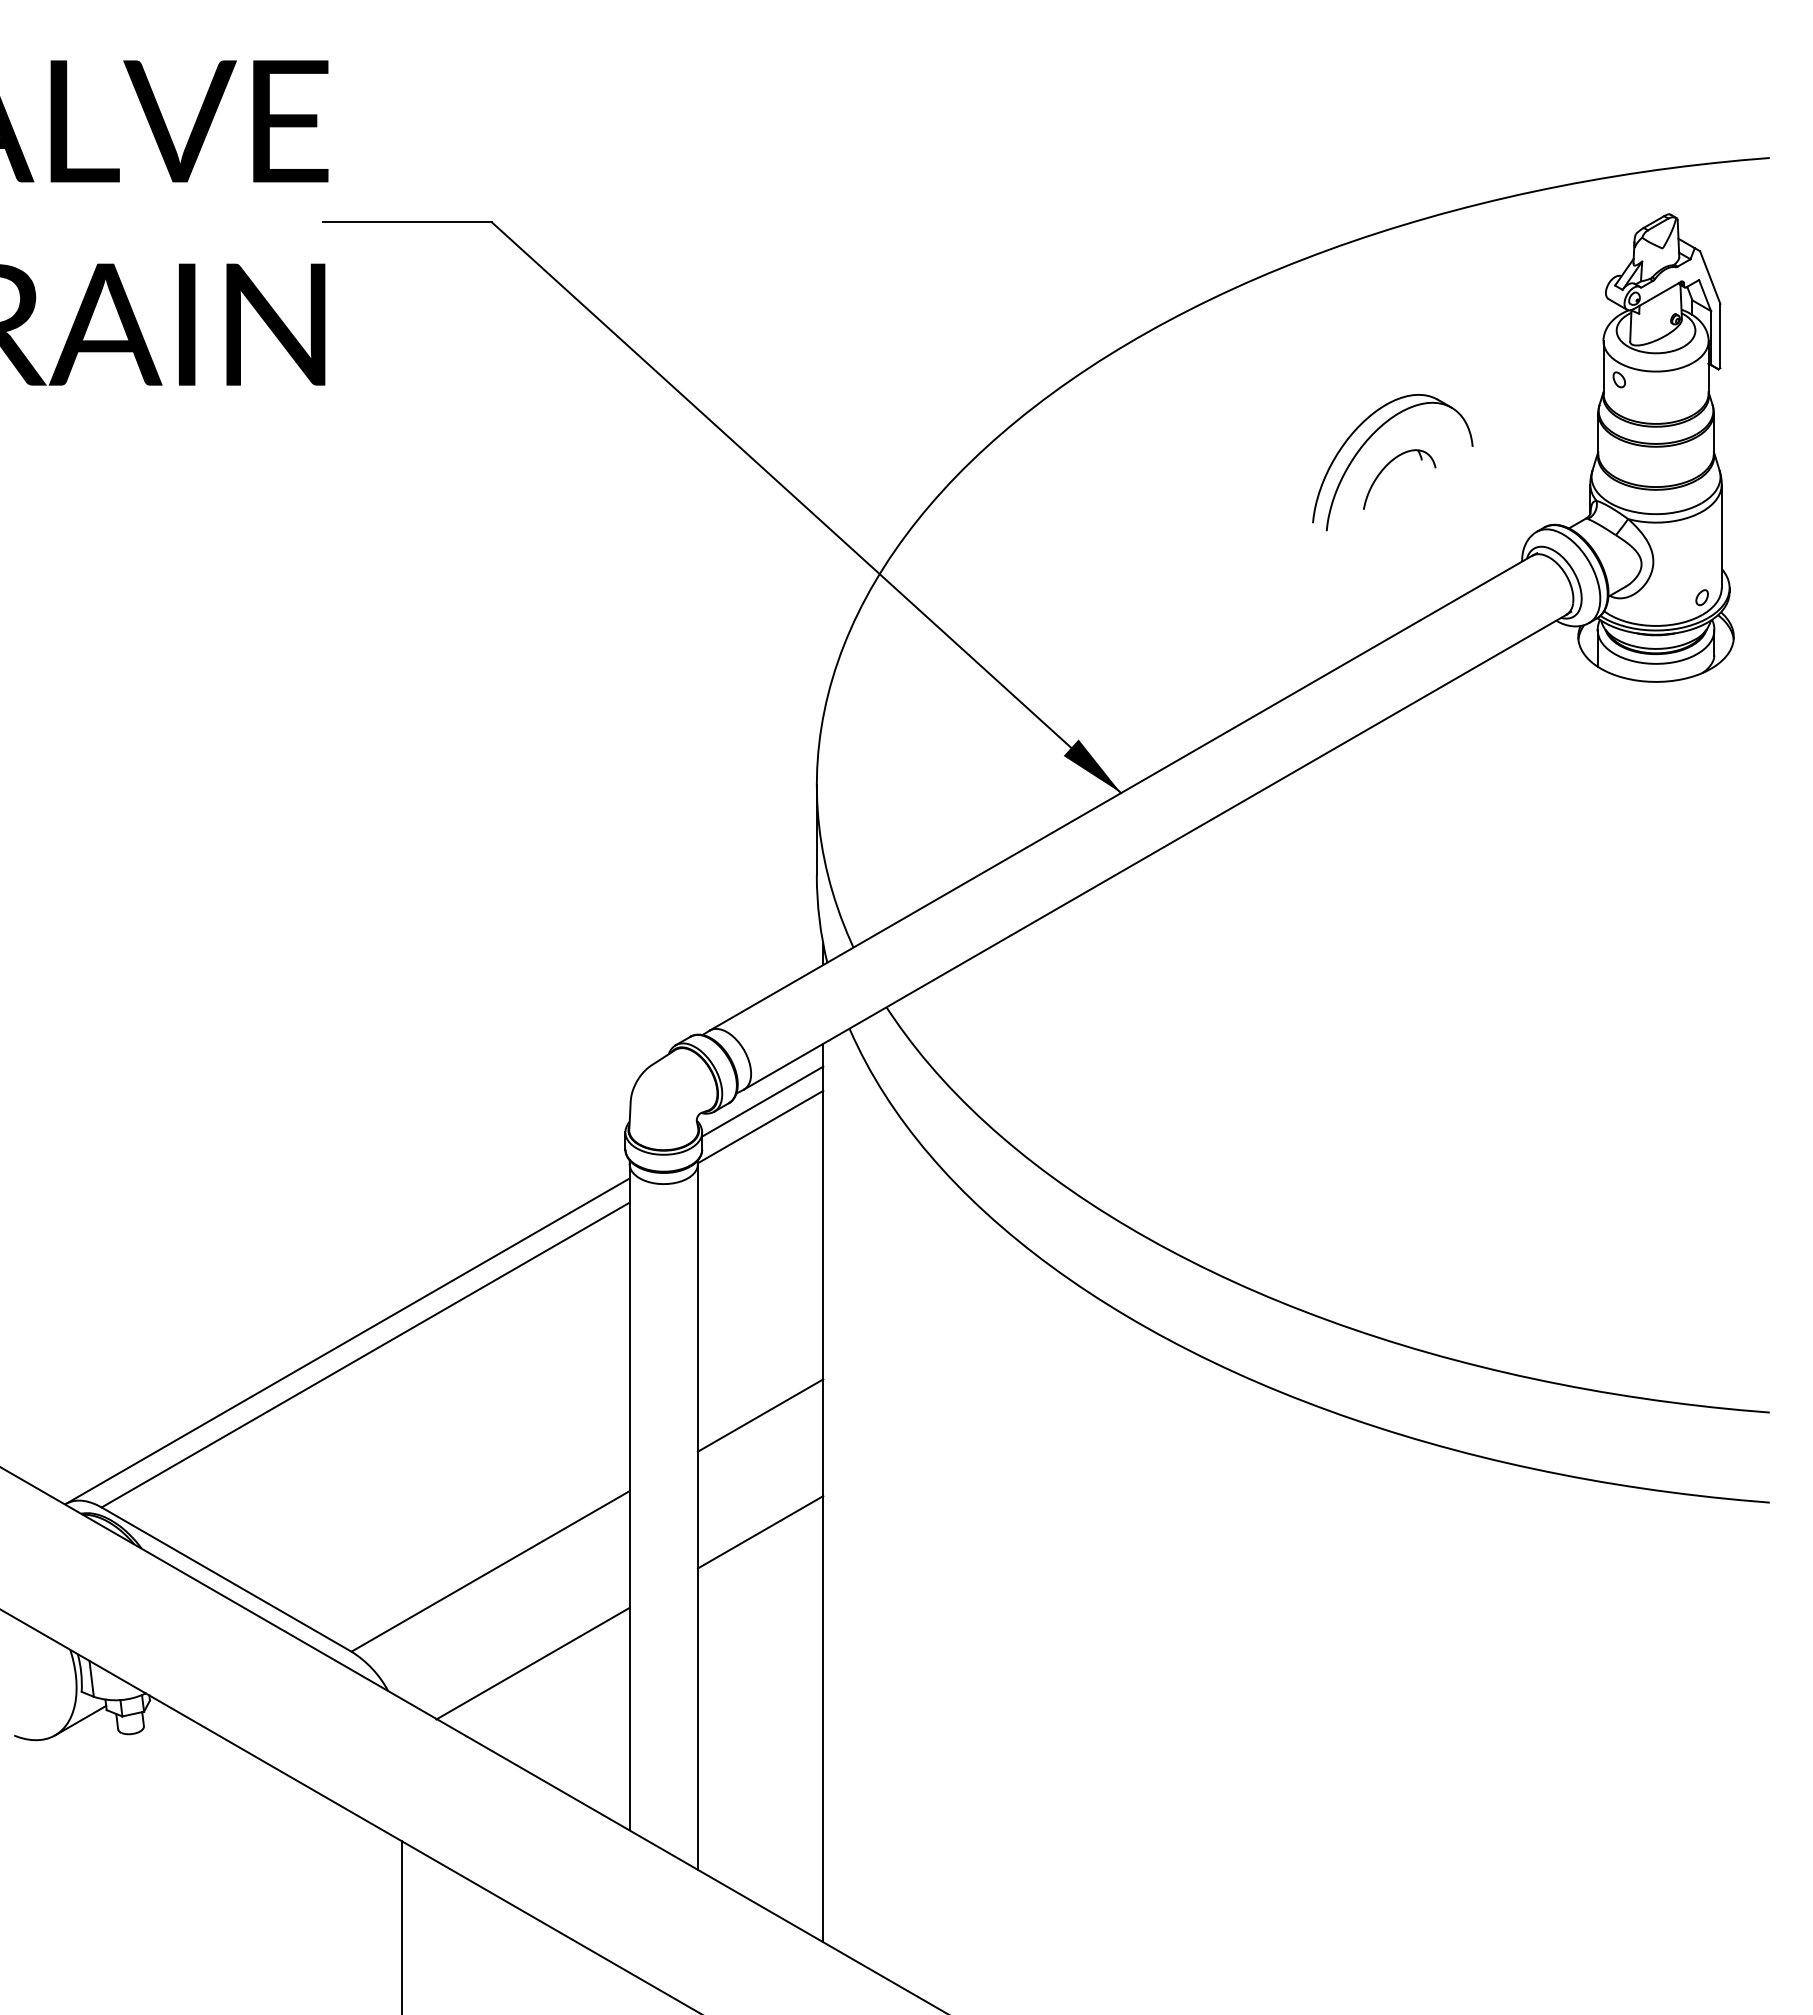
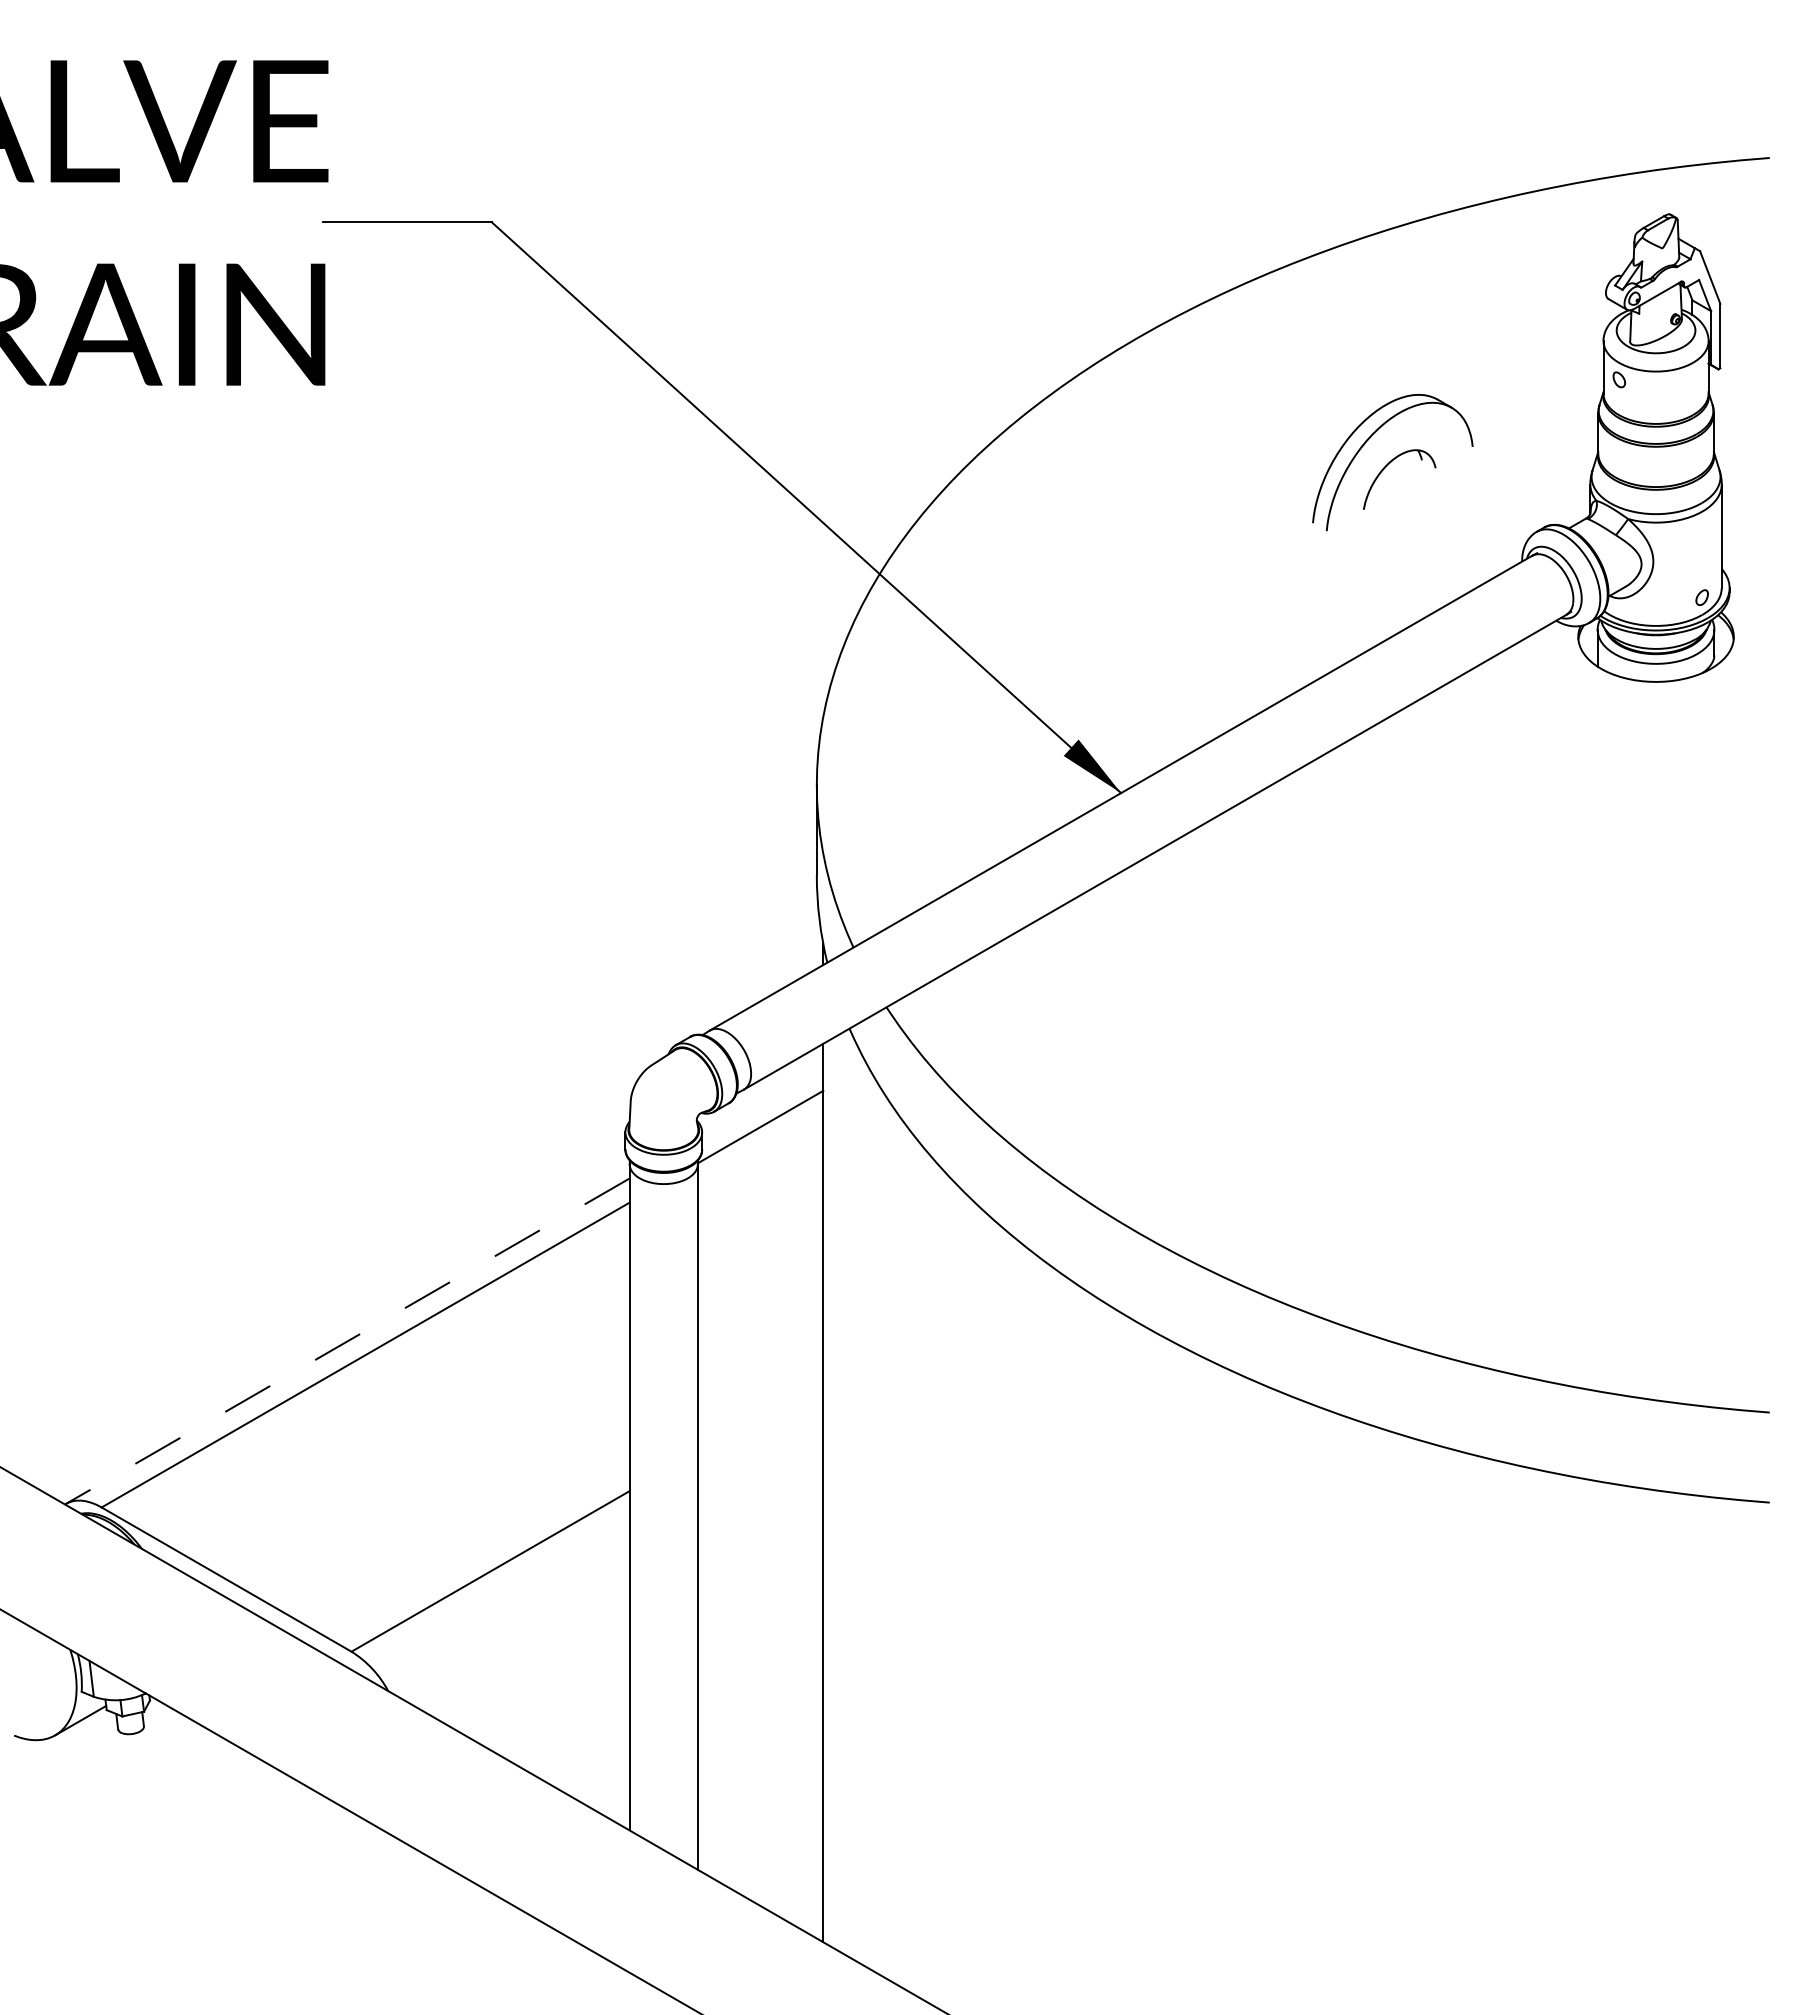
line at (762, 1101): present -> none
line at (347, 1341): solid -> dashed
line at (760, 1415): present -> none
line at (760, 1532): present -> none
line at (532, 1663): present -> none
line at (402, 1926): present -> none
